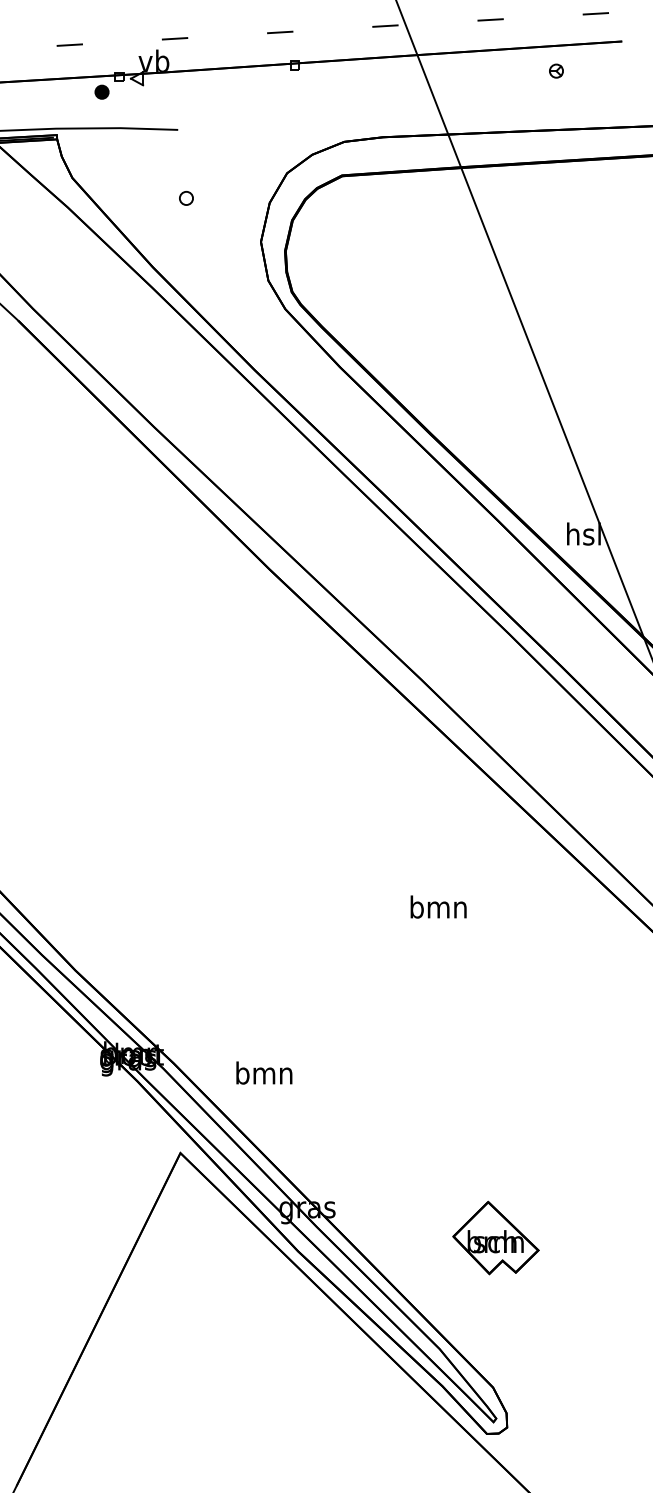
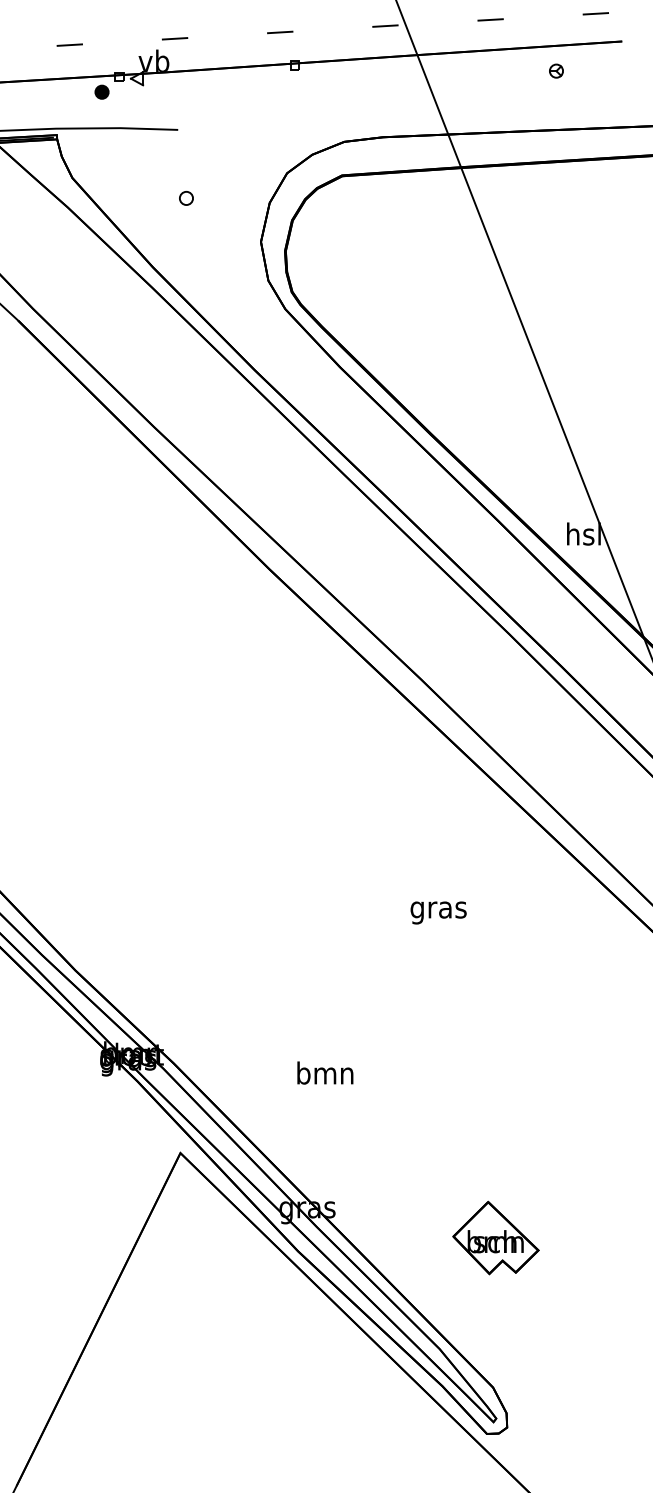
text at (438, 909): bmn -> gras
text at (264, 1072) position: (264, 1072) -> (325, 1072)
